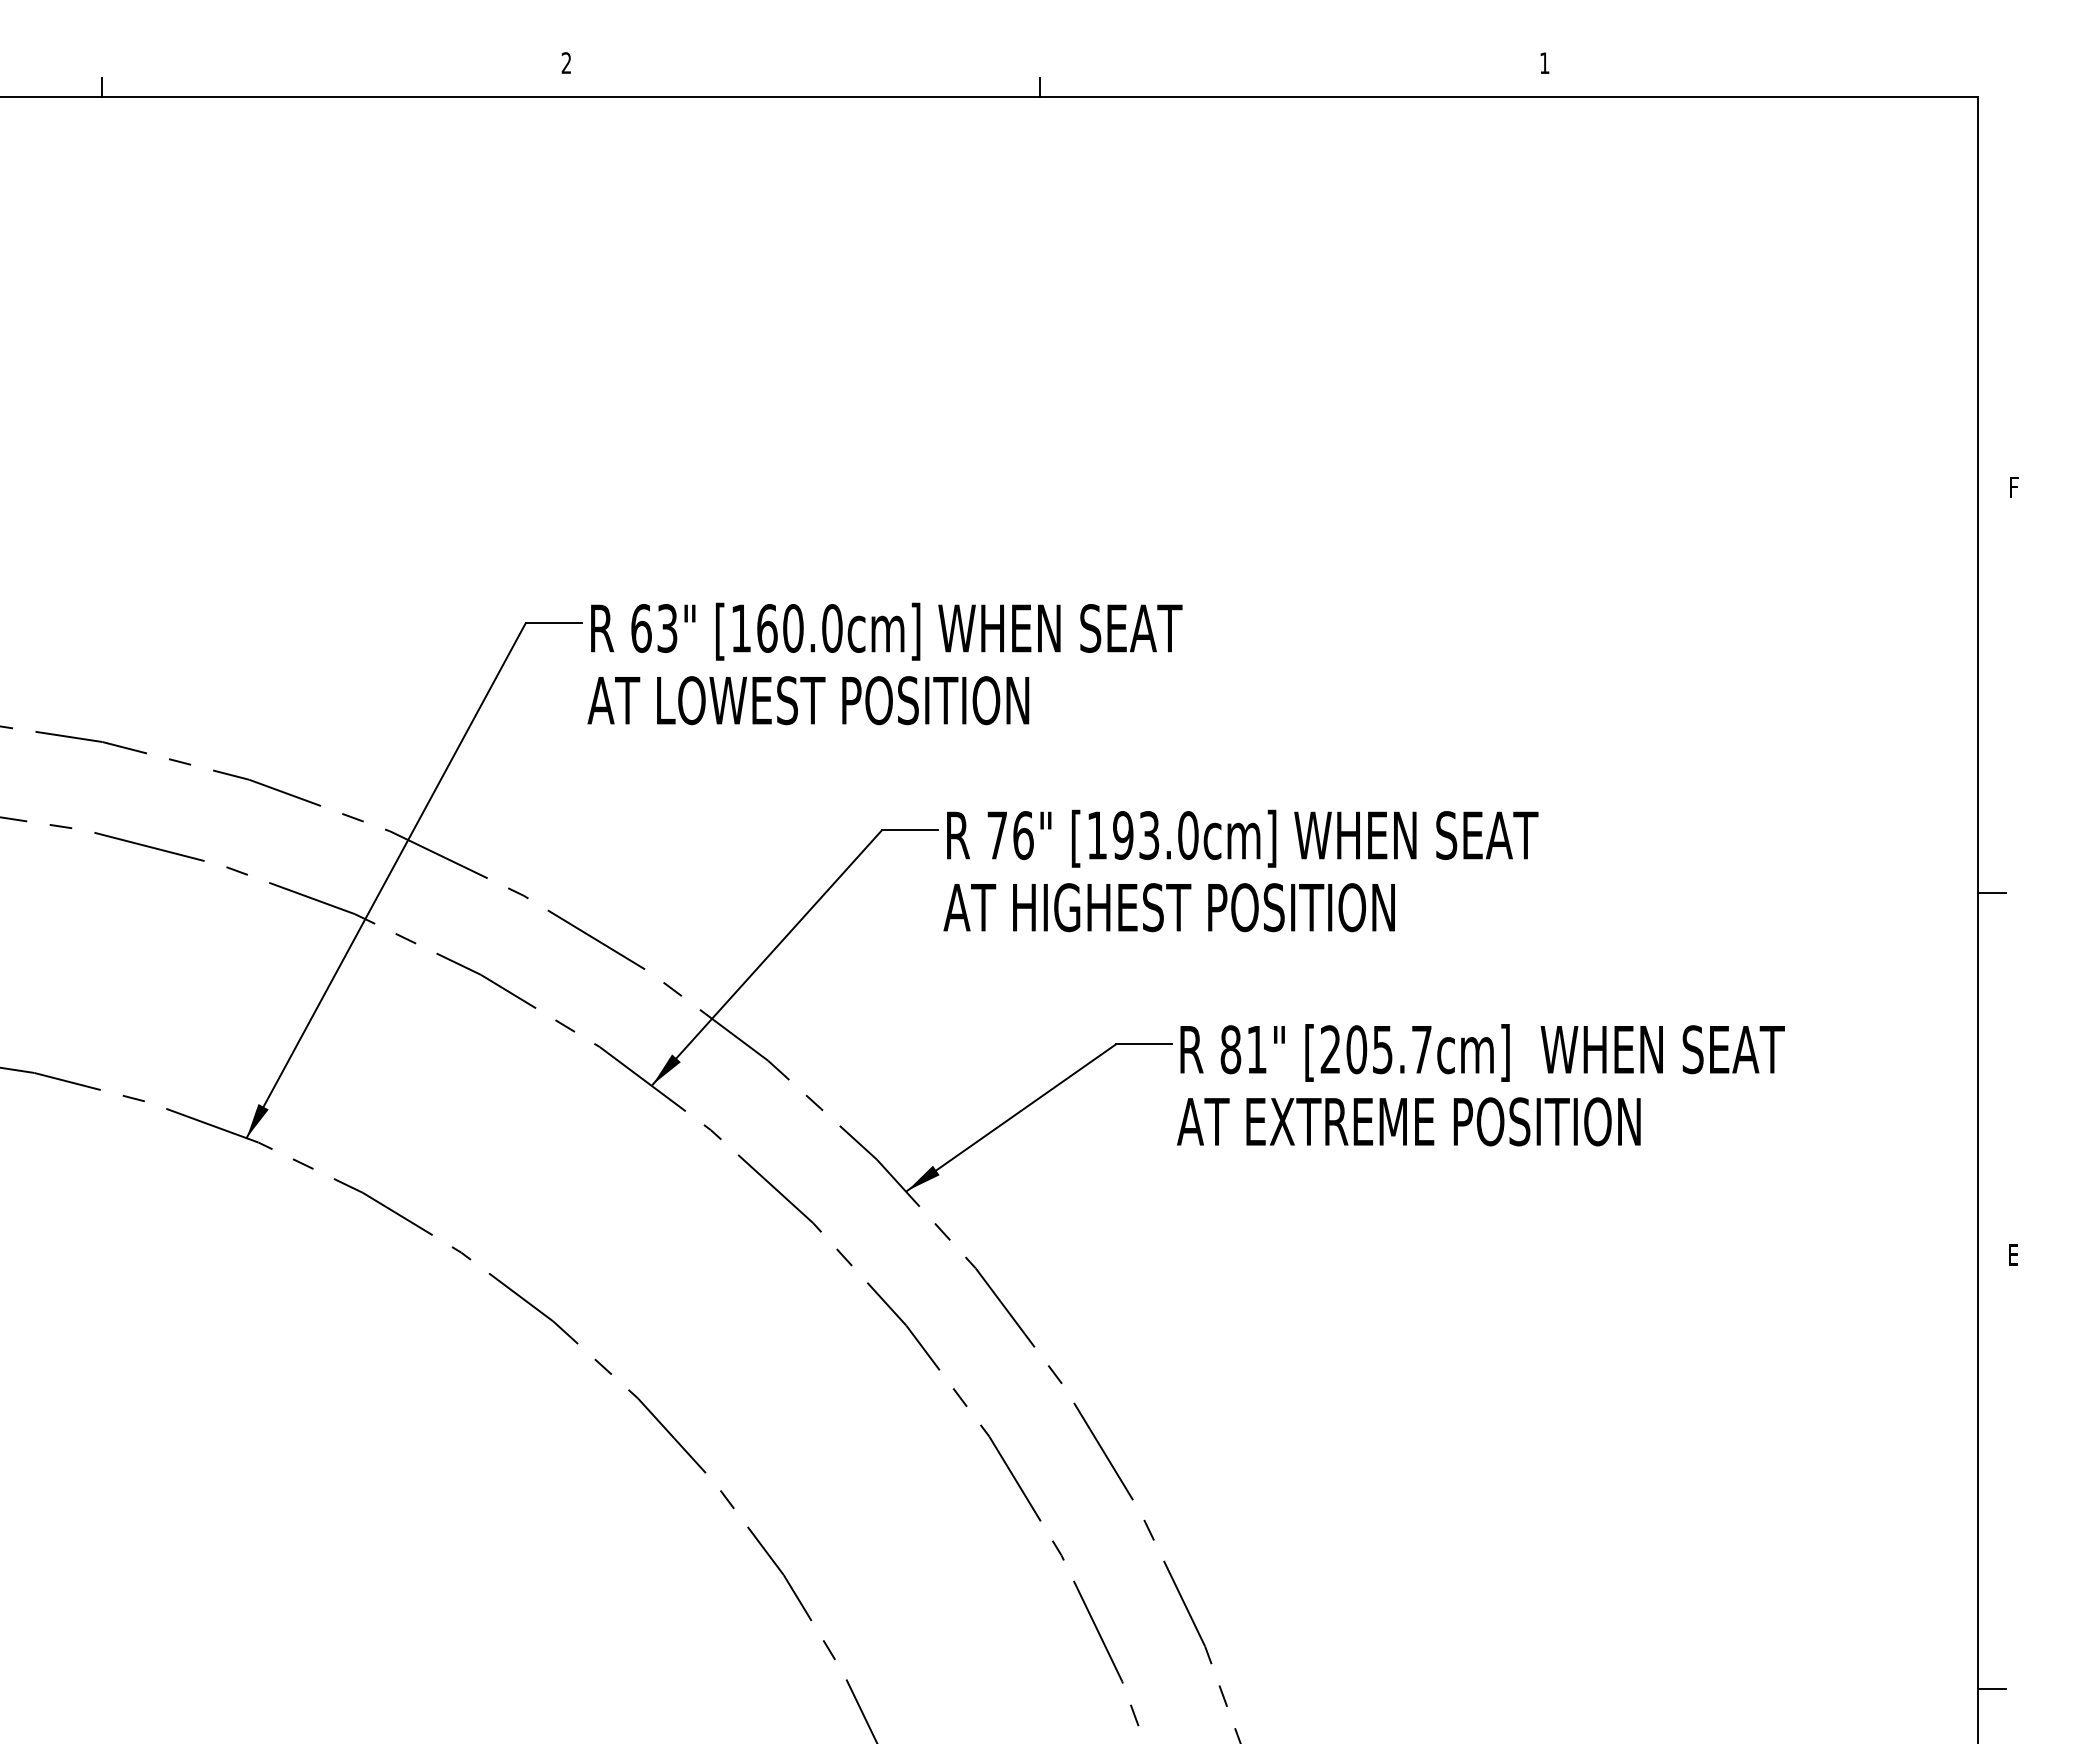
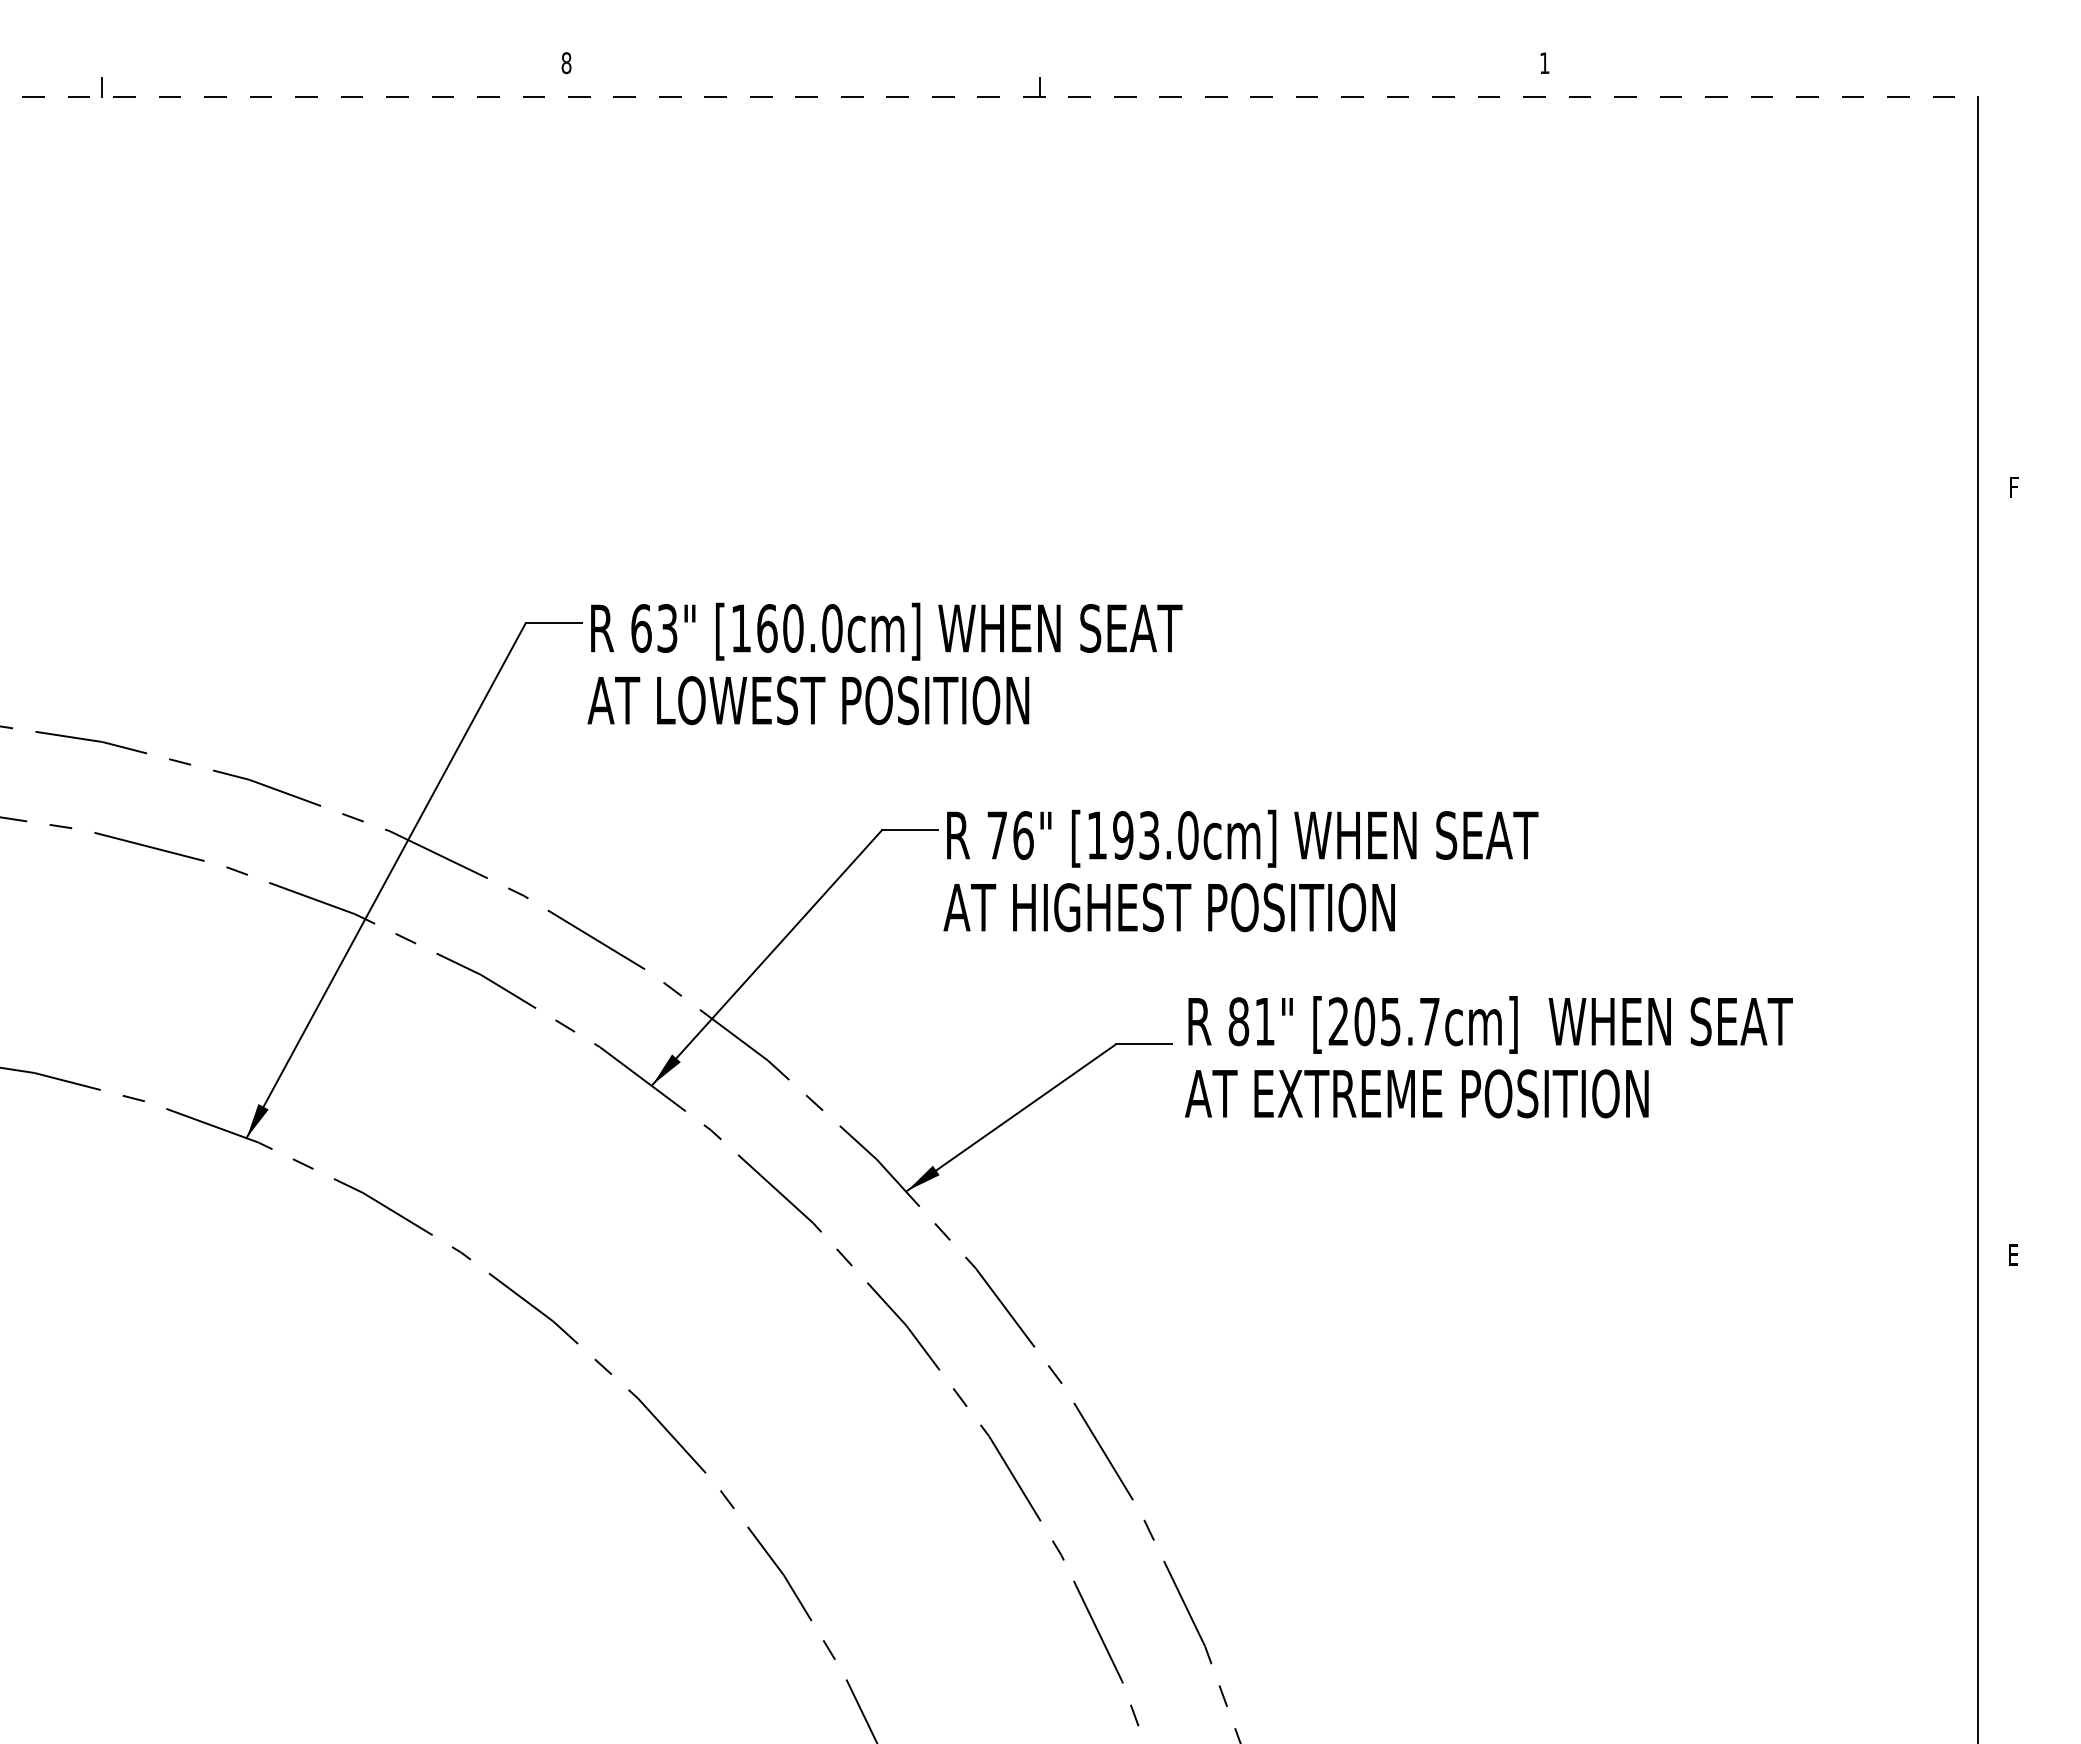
text at (566, 63): 2 -> 8
line at (989, 97): solid -> dashed
line at (1992, 893): present -> none
text at (1480, 1085) position: (1480, 1085) -> (1488, 1057)
line at (1992, 1689): present -> none
